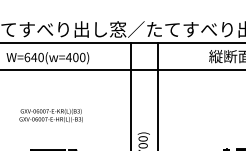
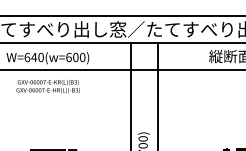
line at (122, 16): none -> present
text at (68, 57): W=640(w=400) -> W=640(w=600)
text at (50, 115) position: (50, 115) -> (47, 86)
